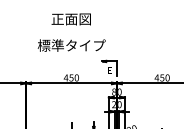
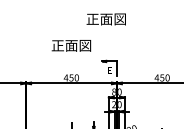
text at (70, 19) position: (70, 19) -> (105, 19)
text at (71, 45): 標準タイプ -> 正面図
